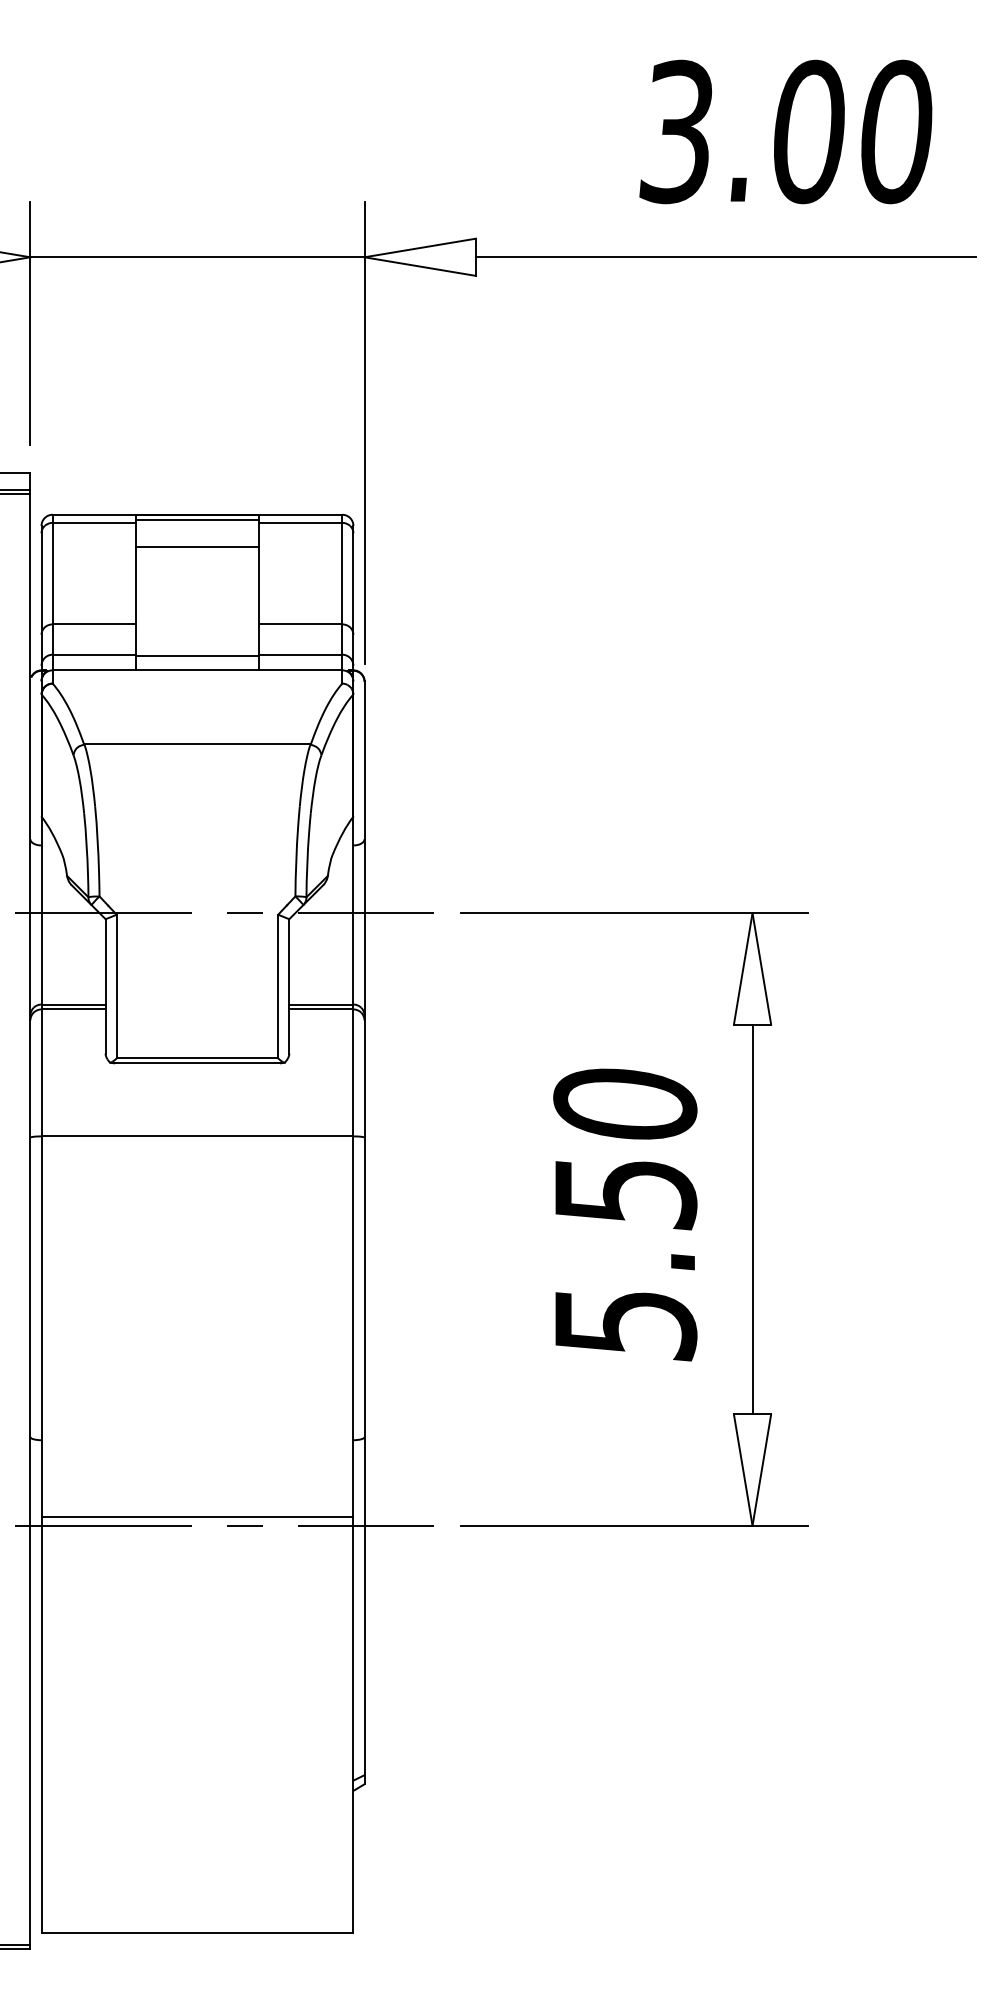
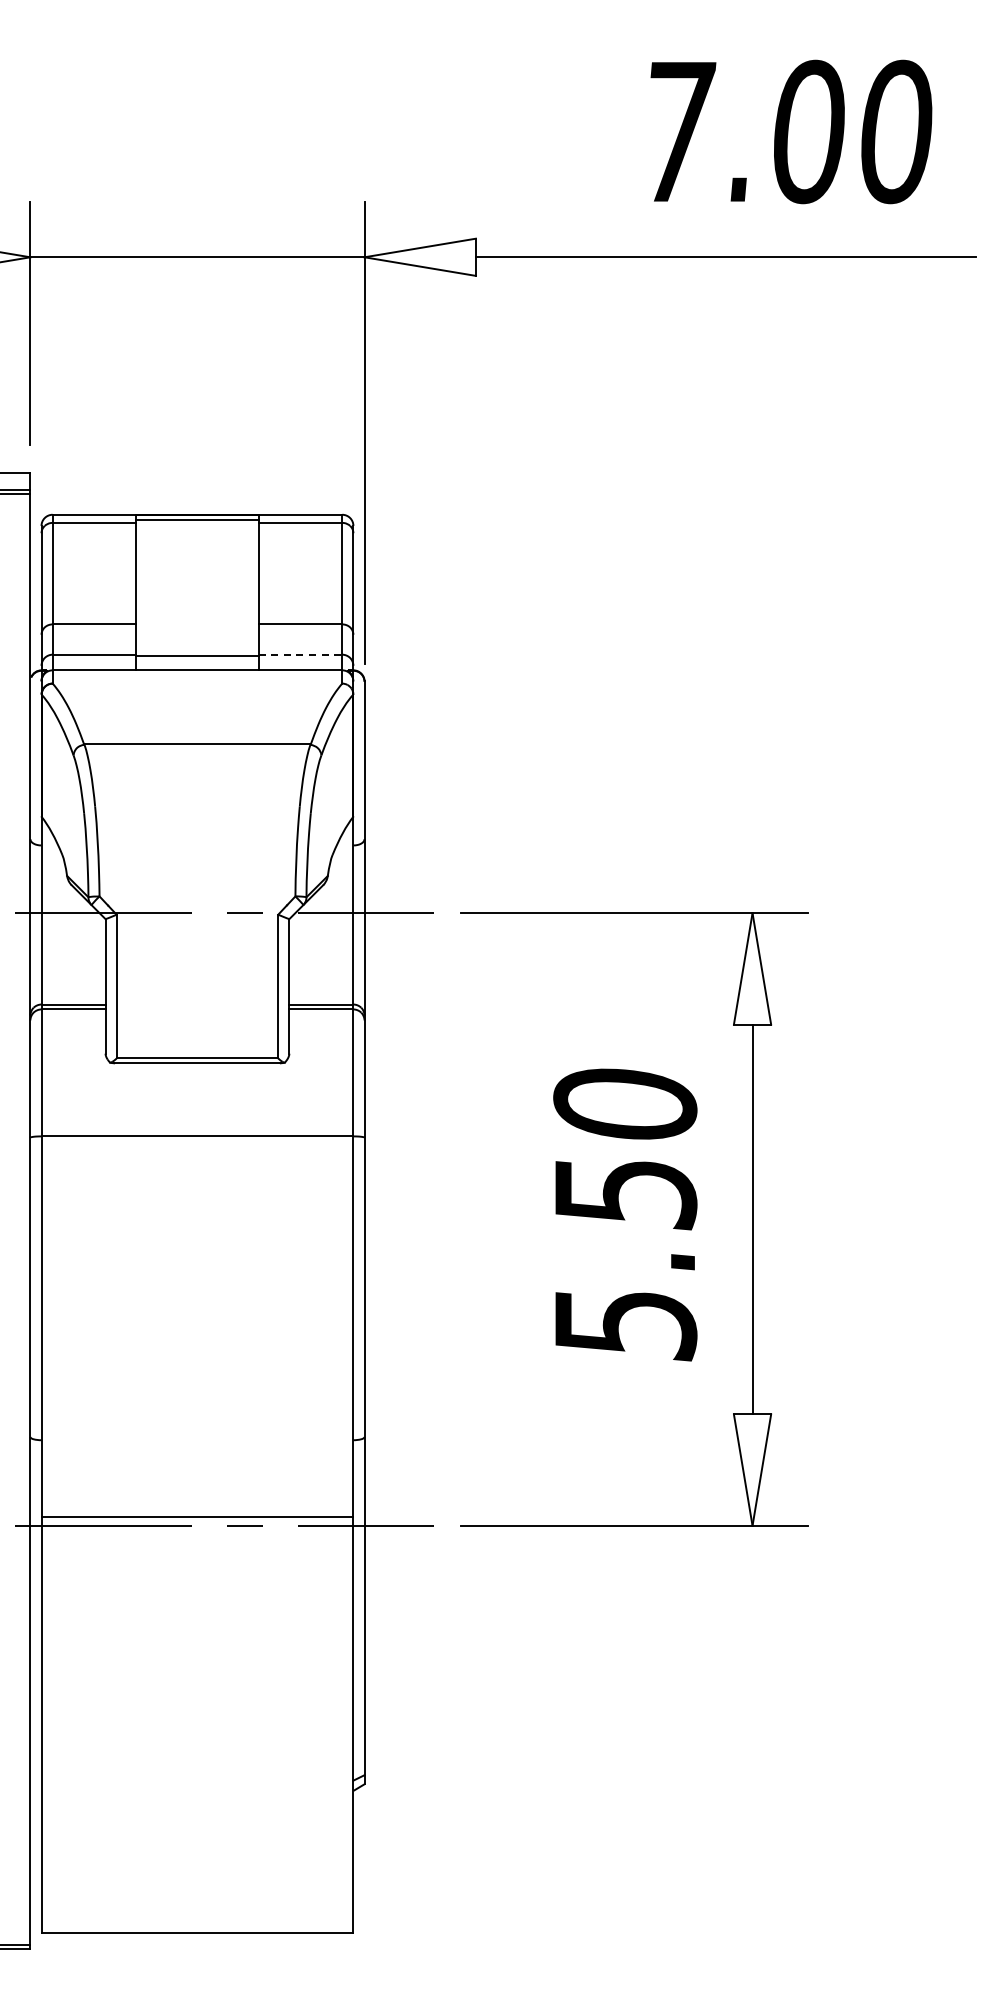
text at (677, 131): 3.00 -> 7.00
line at (197, 546): present -> none
line at (300, 654): solid -> dashed
